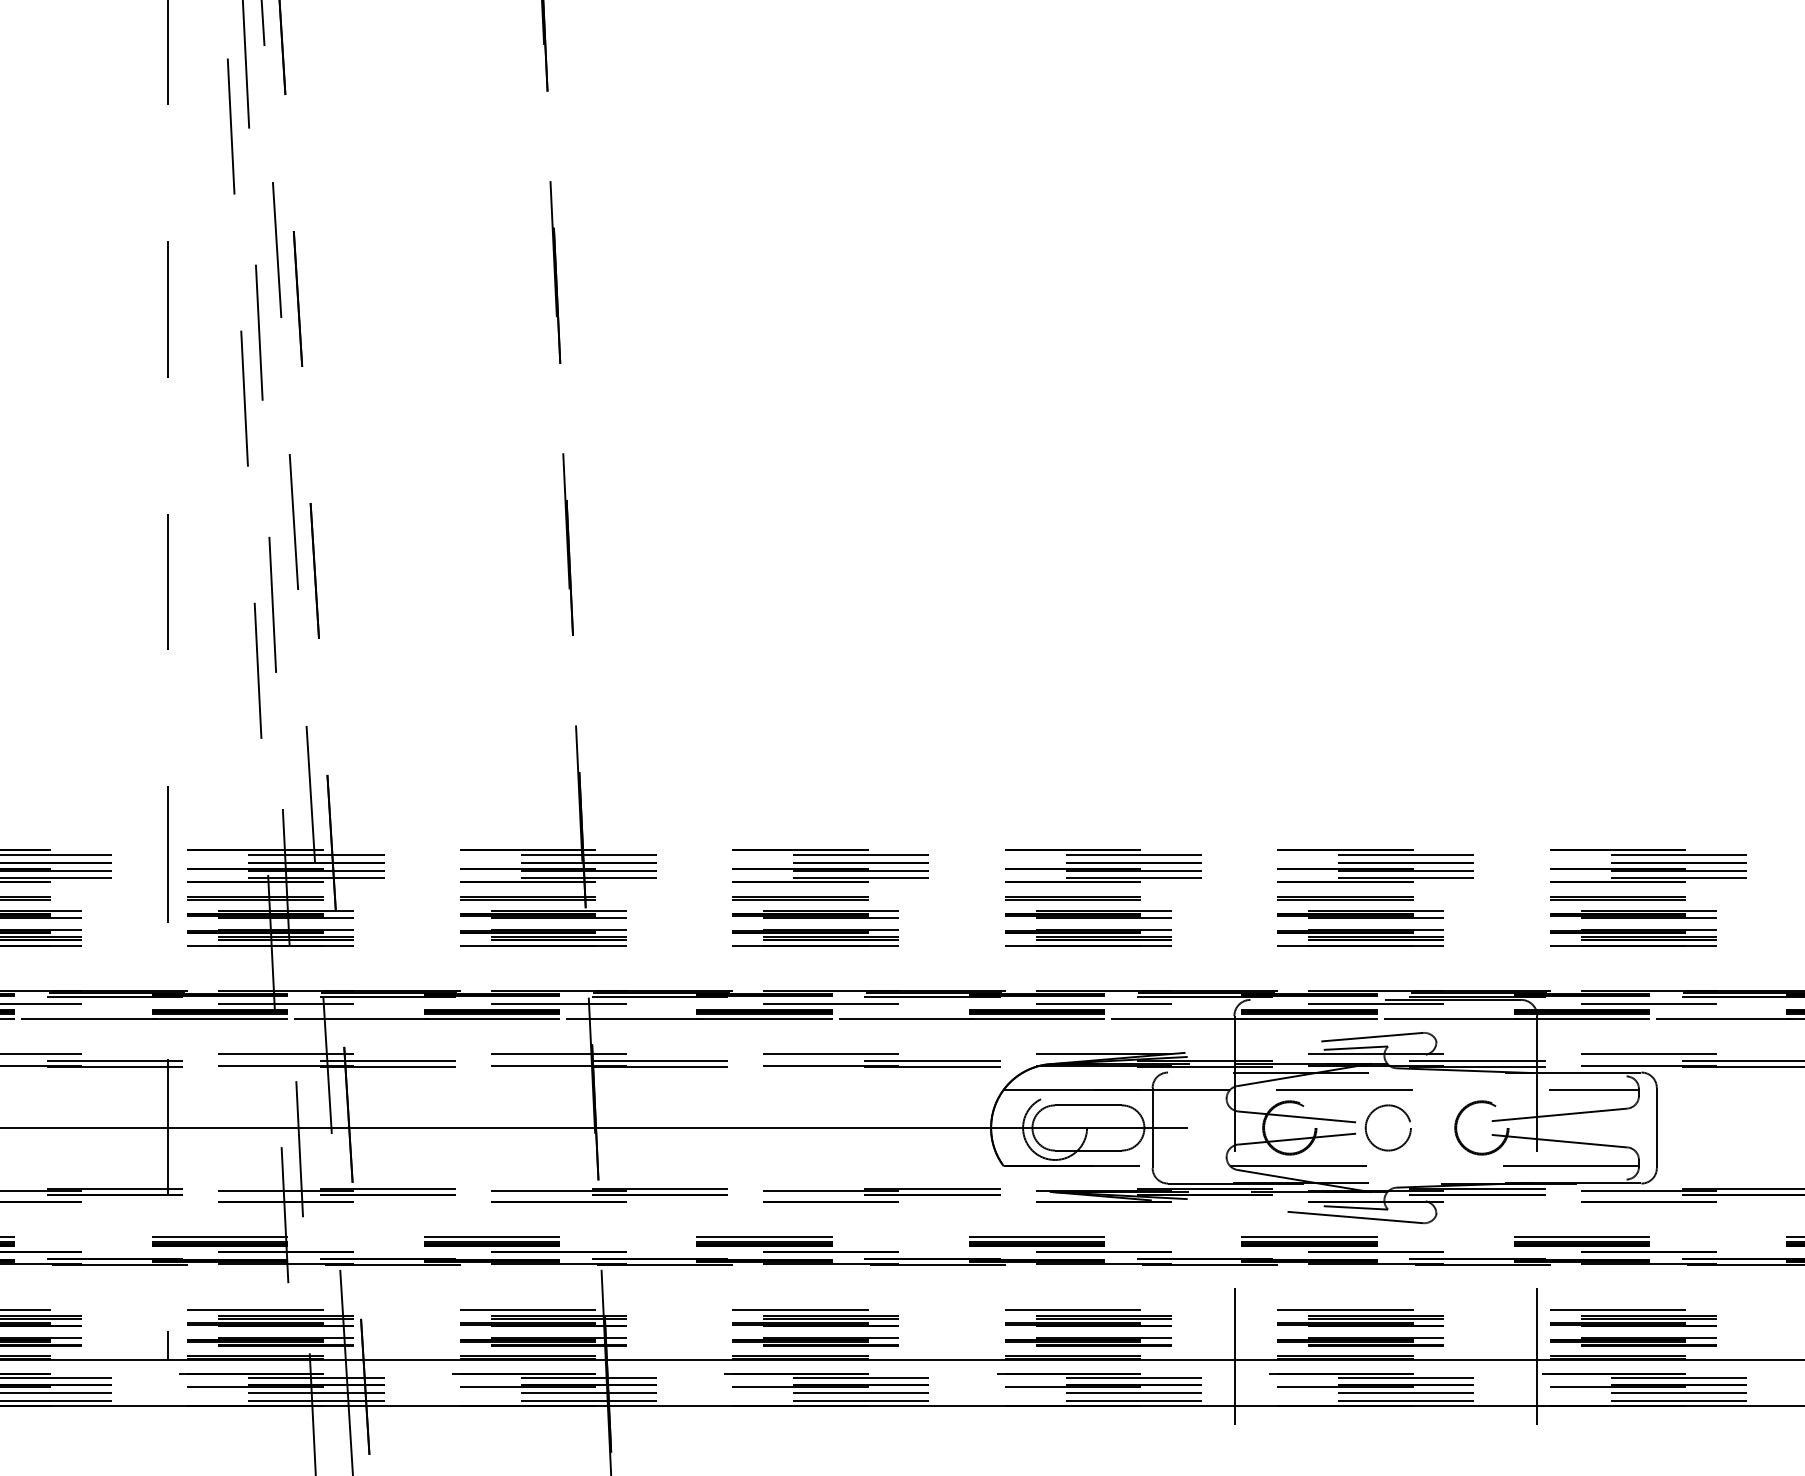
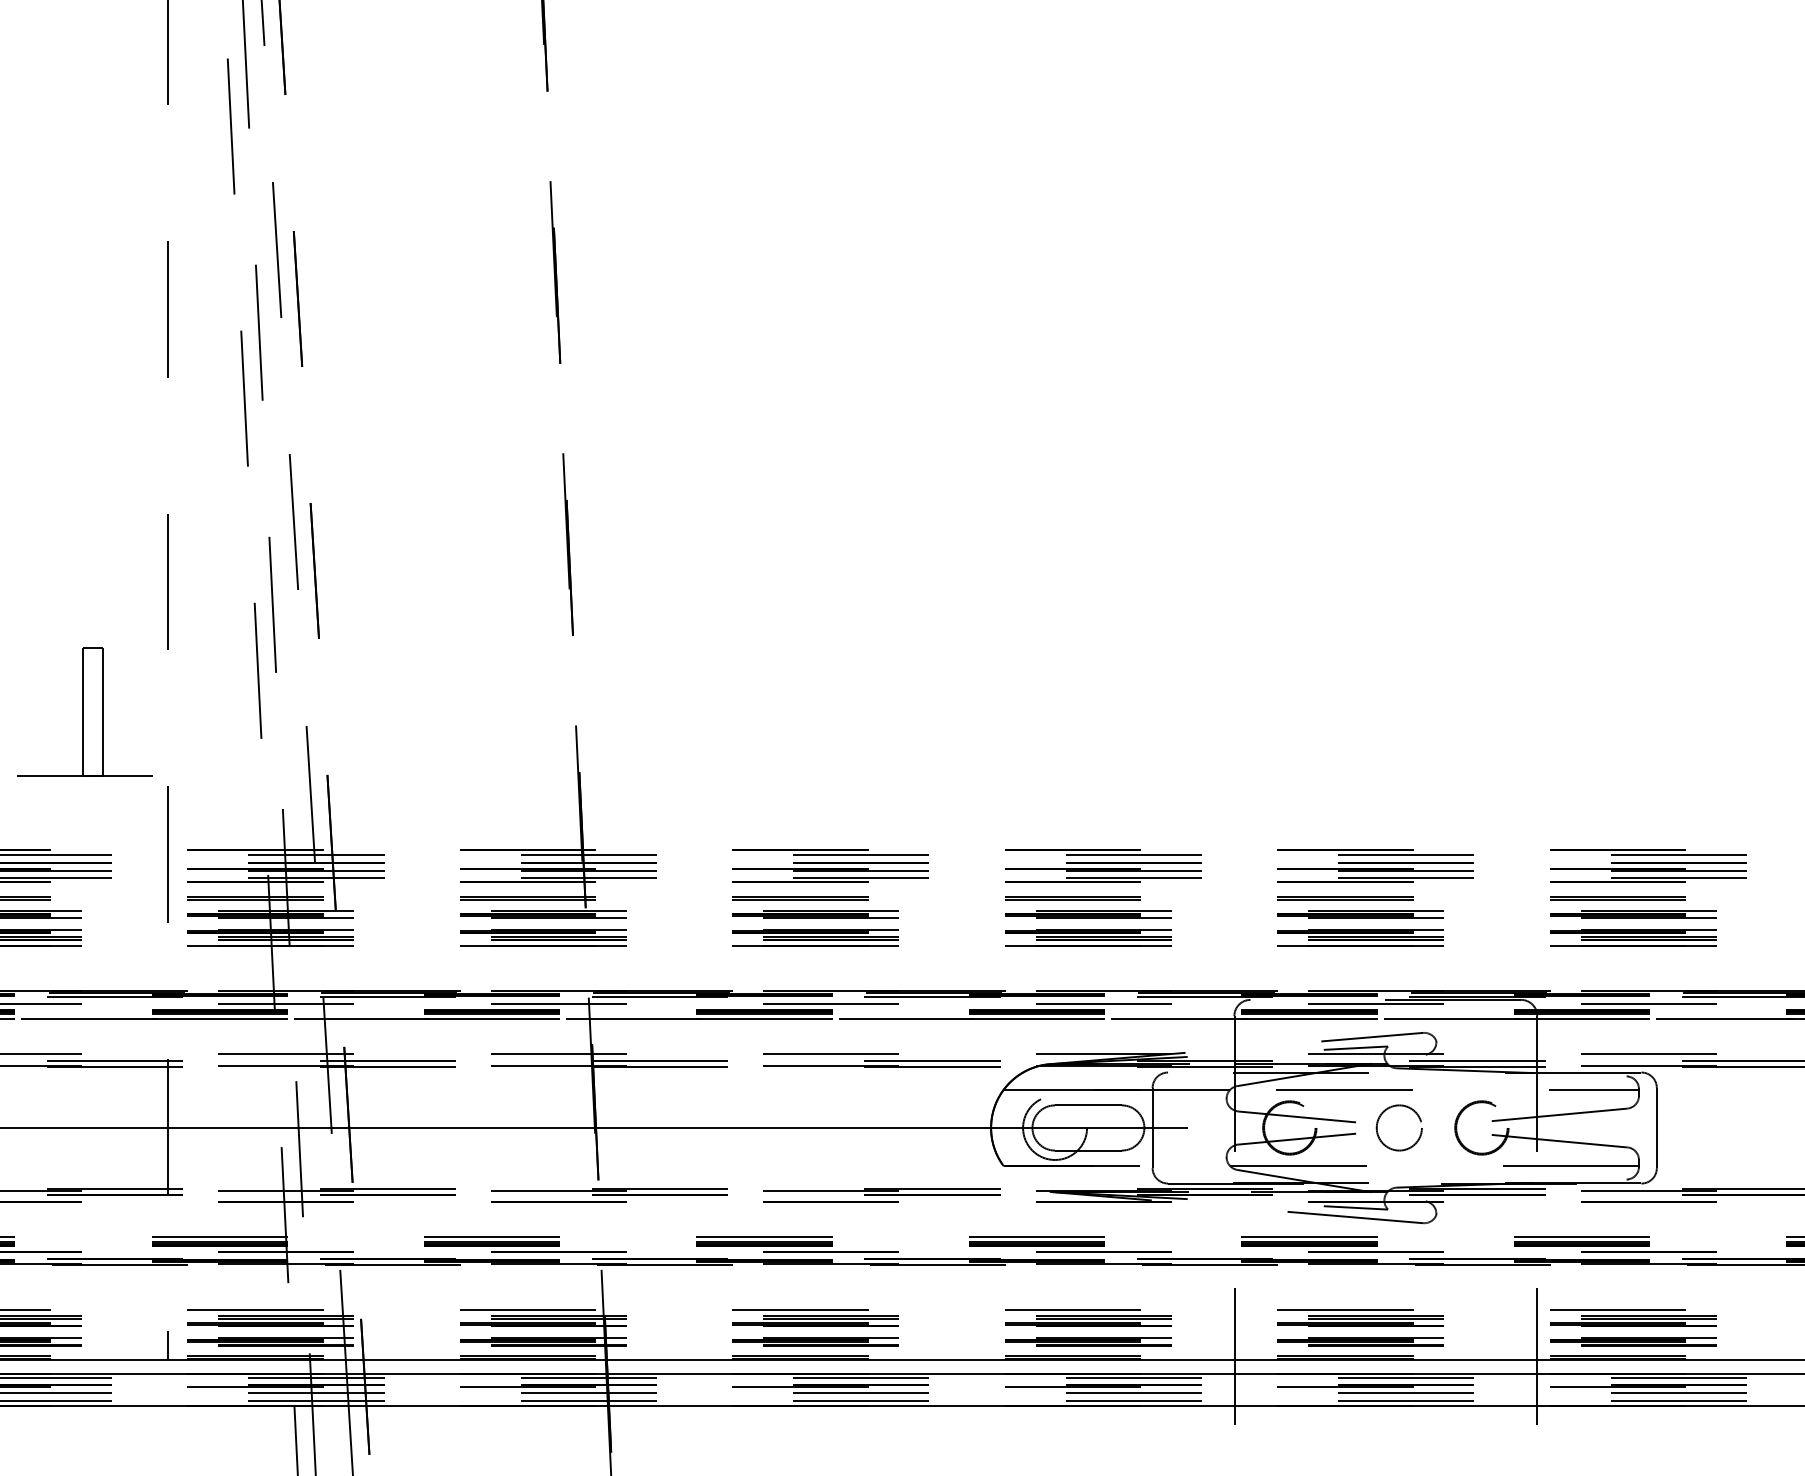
part at (84, 711): none -> present
circle at (1387, 1127) position: (1387, 1127) -> (1398, 1127)
line at (902, 1373): dashed -> solid
line at (295, 1438): none -> present
